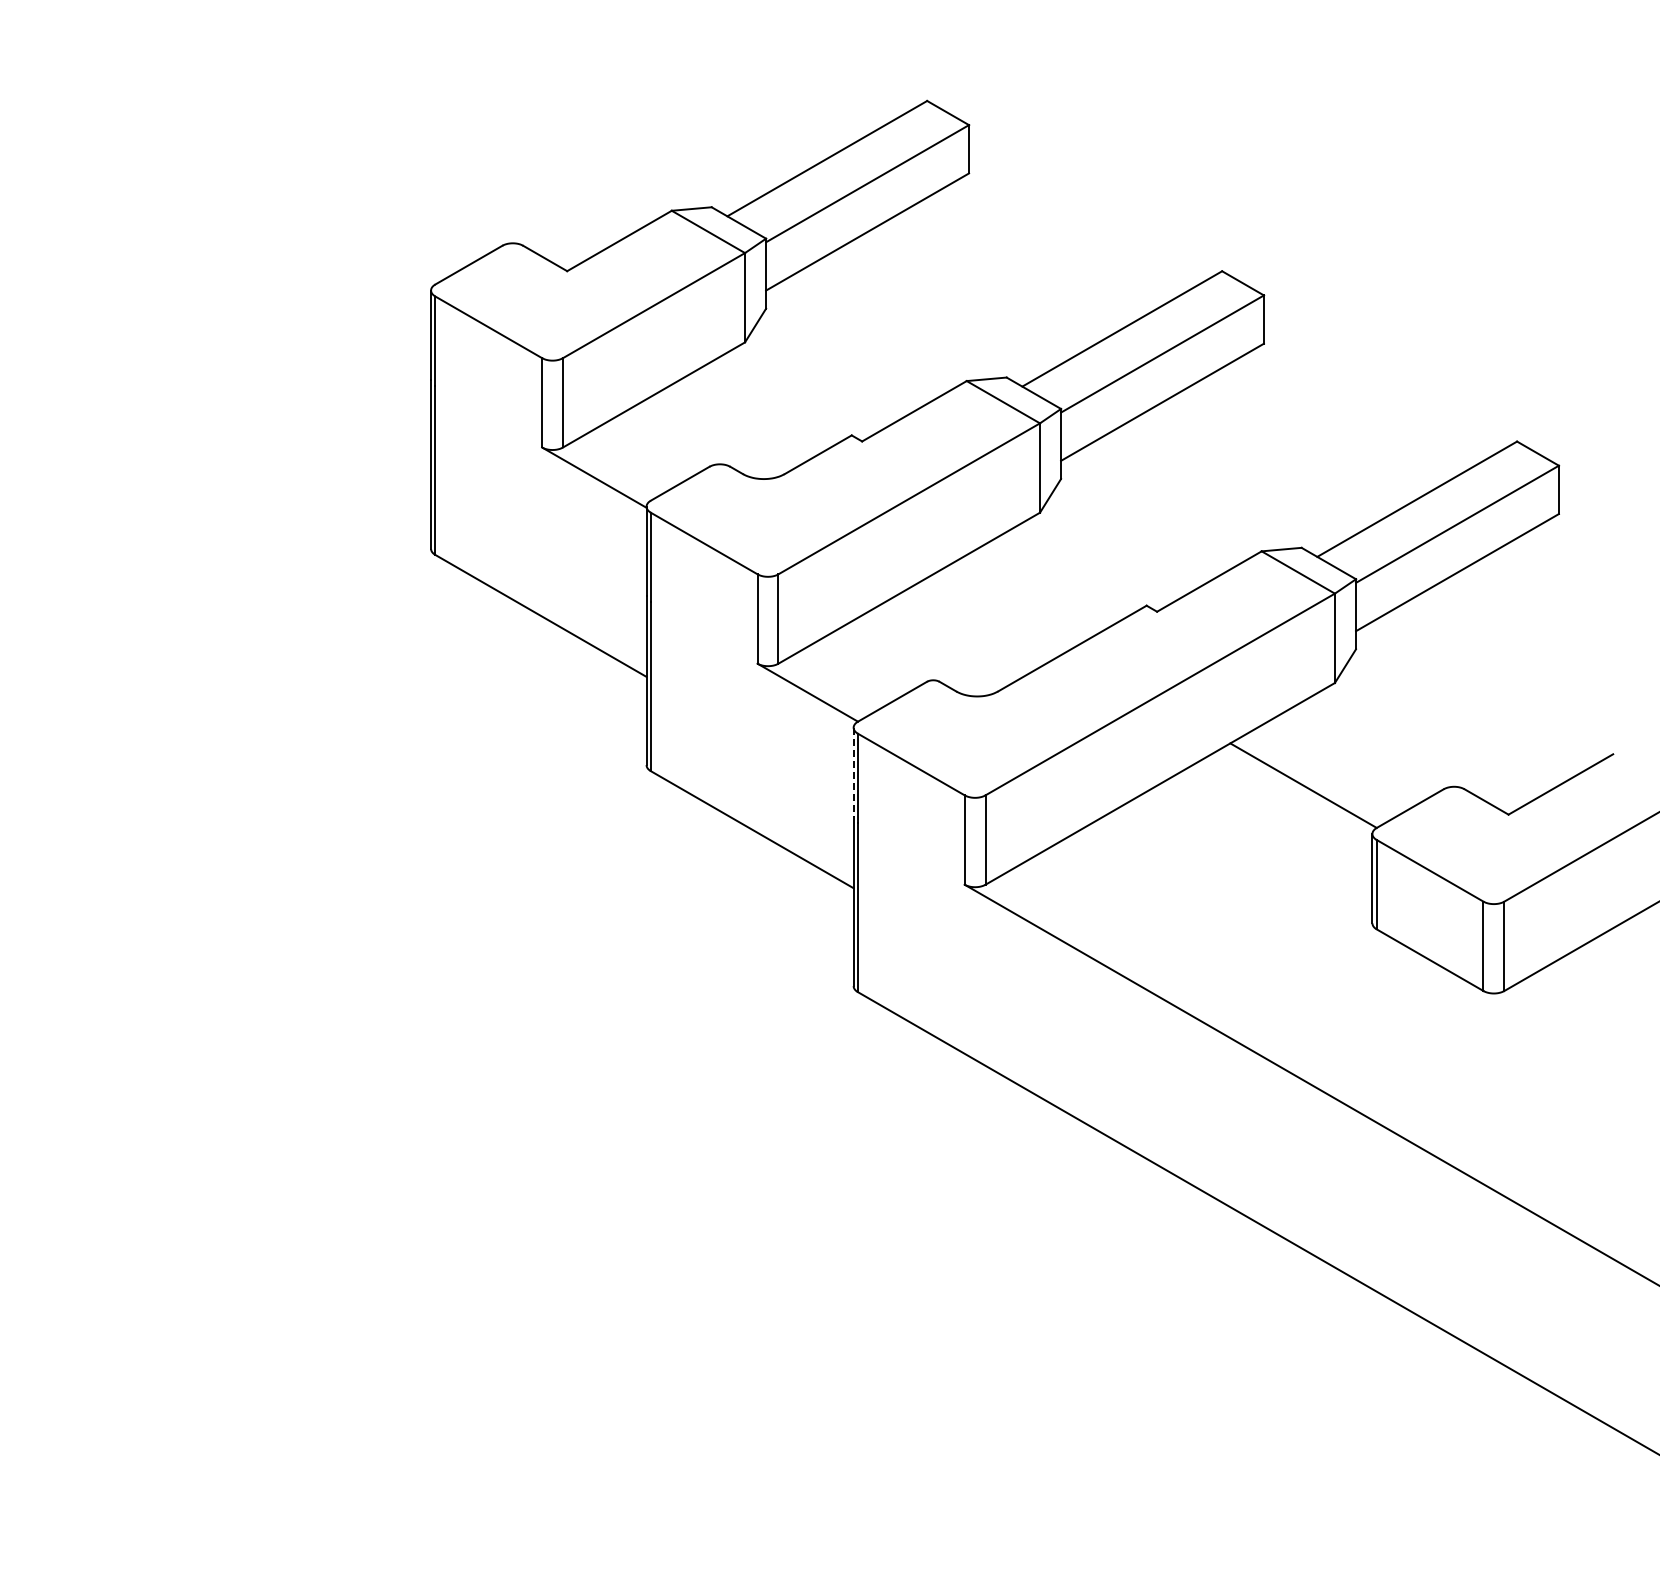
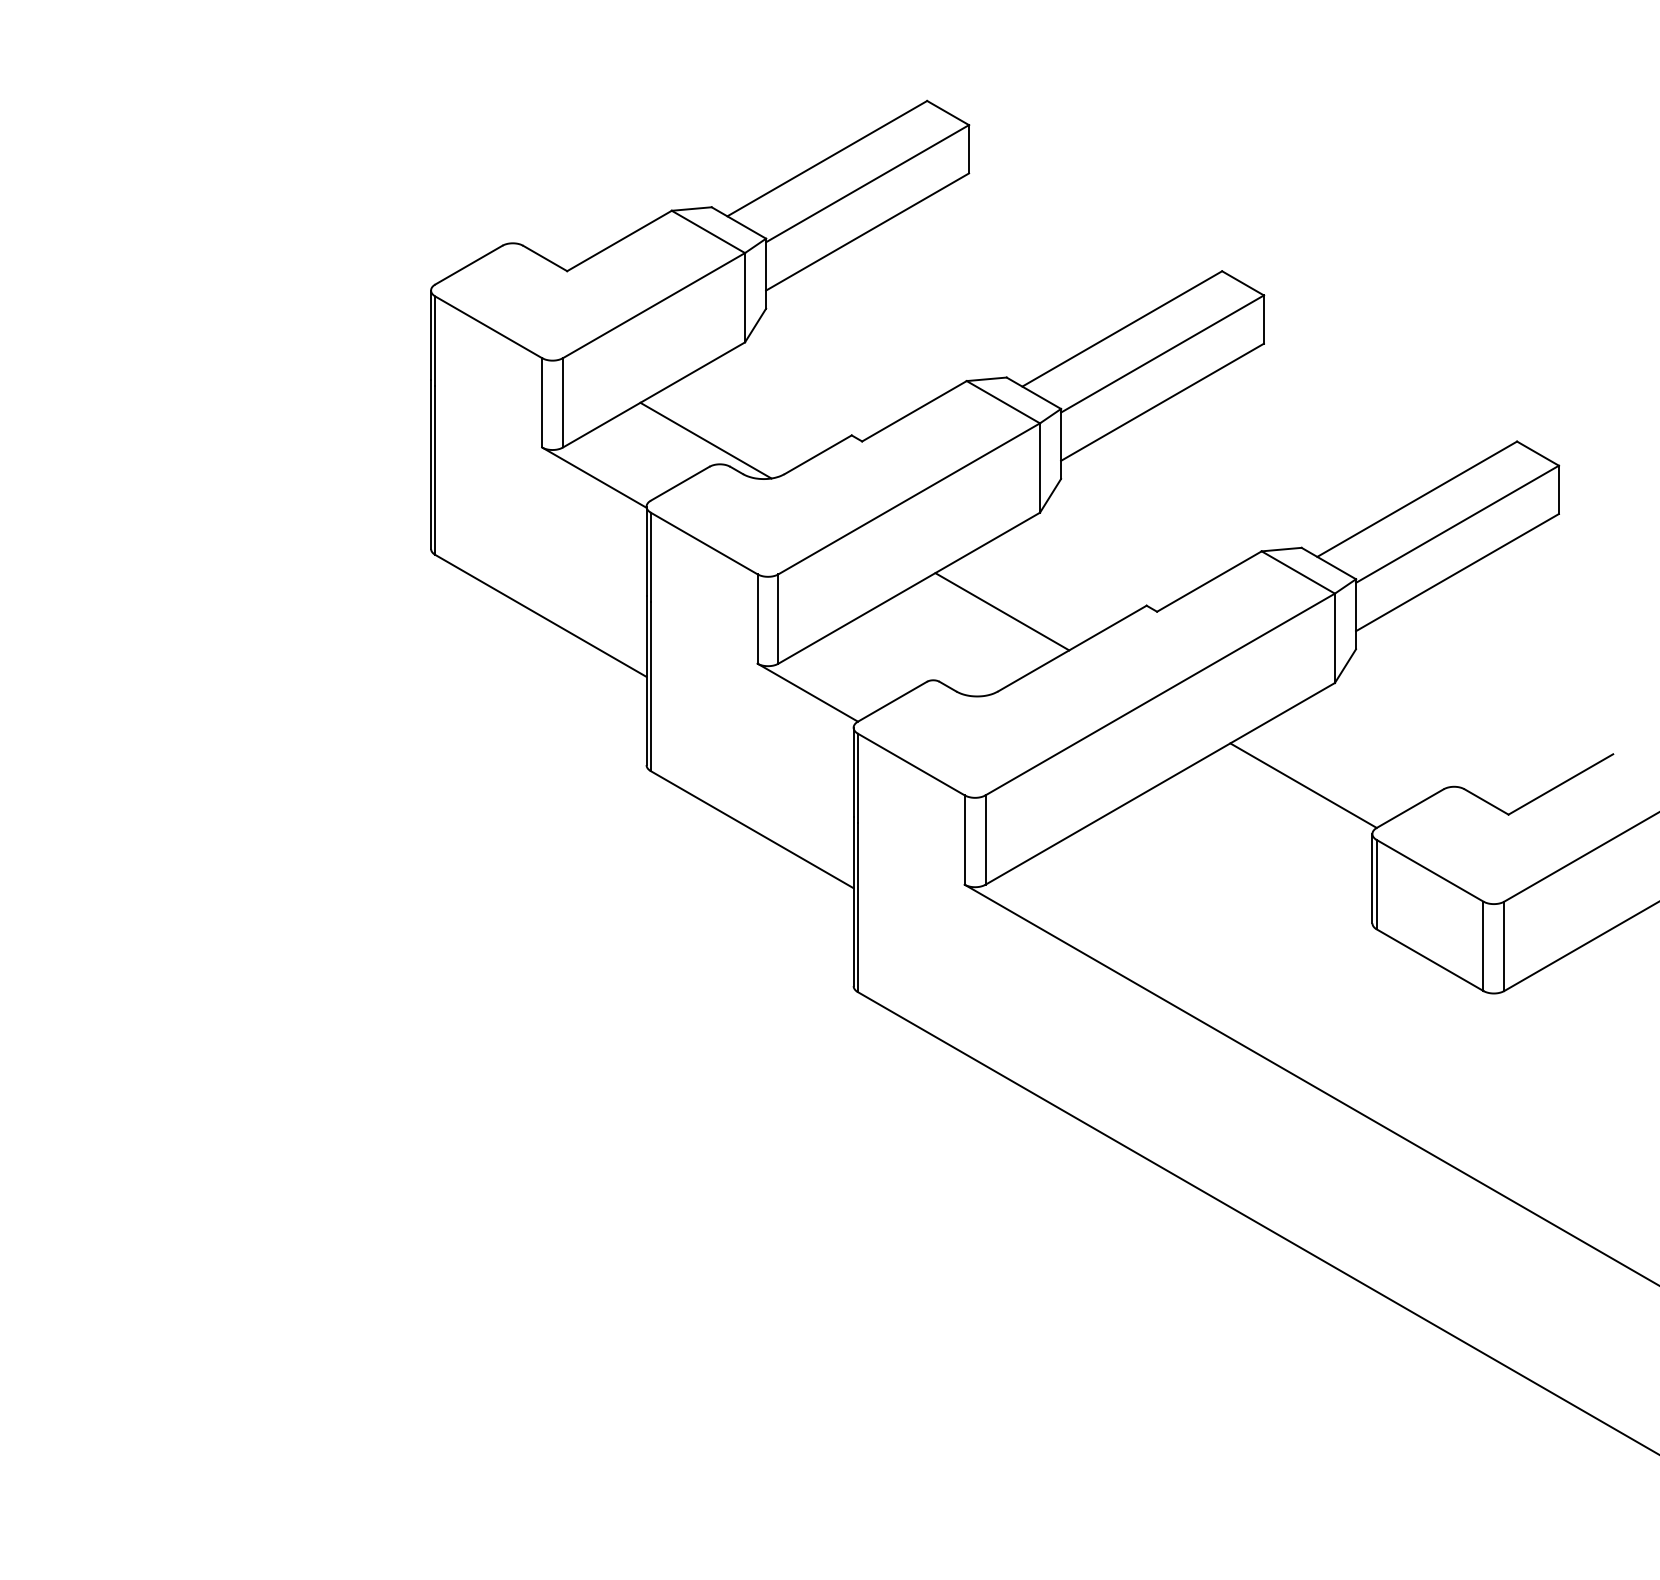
line at (705, 440): none -> present
line at (1002, 611): none -> present
line at (853, 772): dashed -> solid
